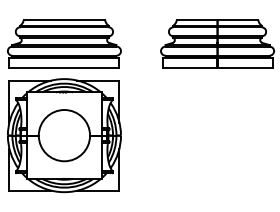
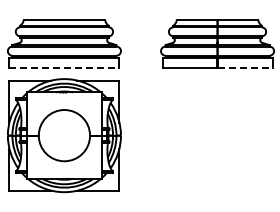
line at (64, 68): solid -> dashed
line at (245, 68): solid -> dashed
